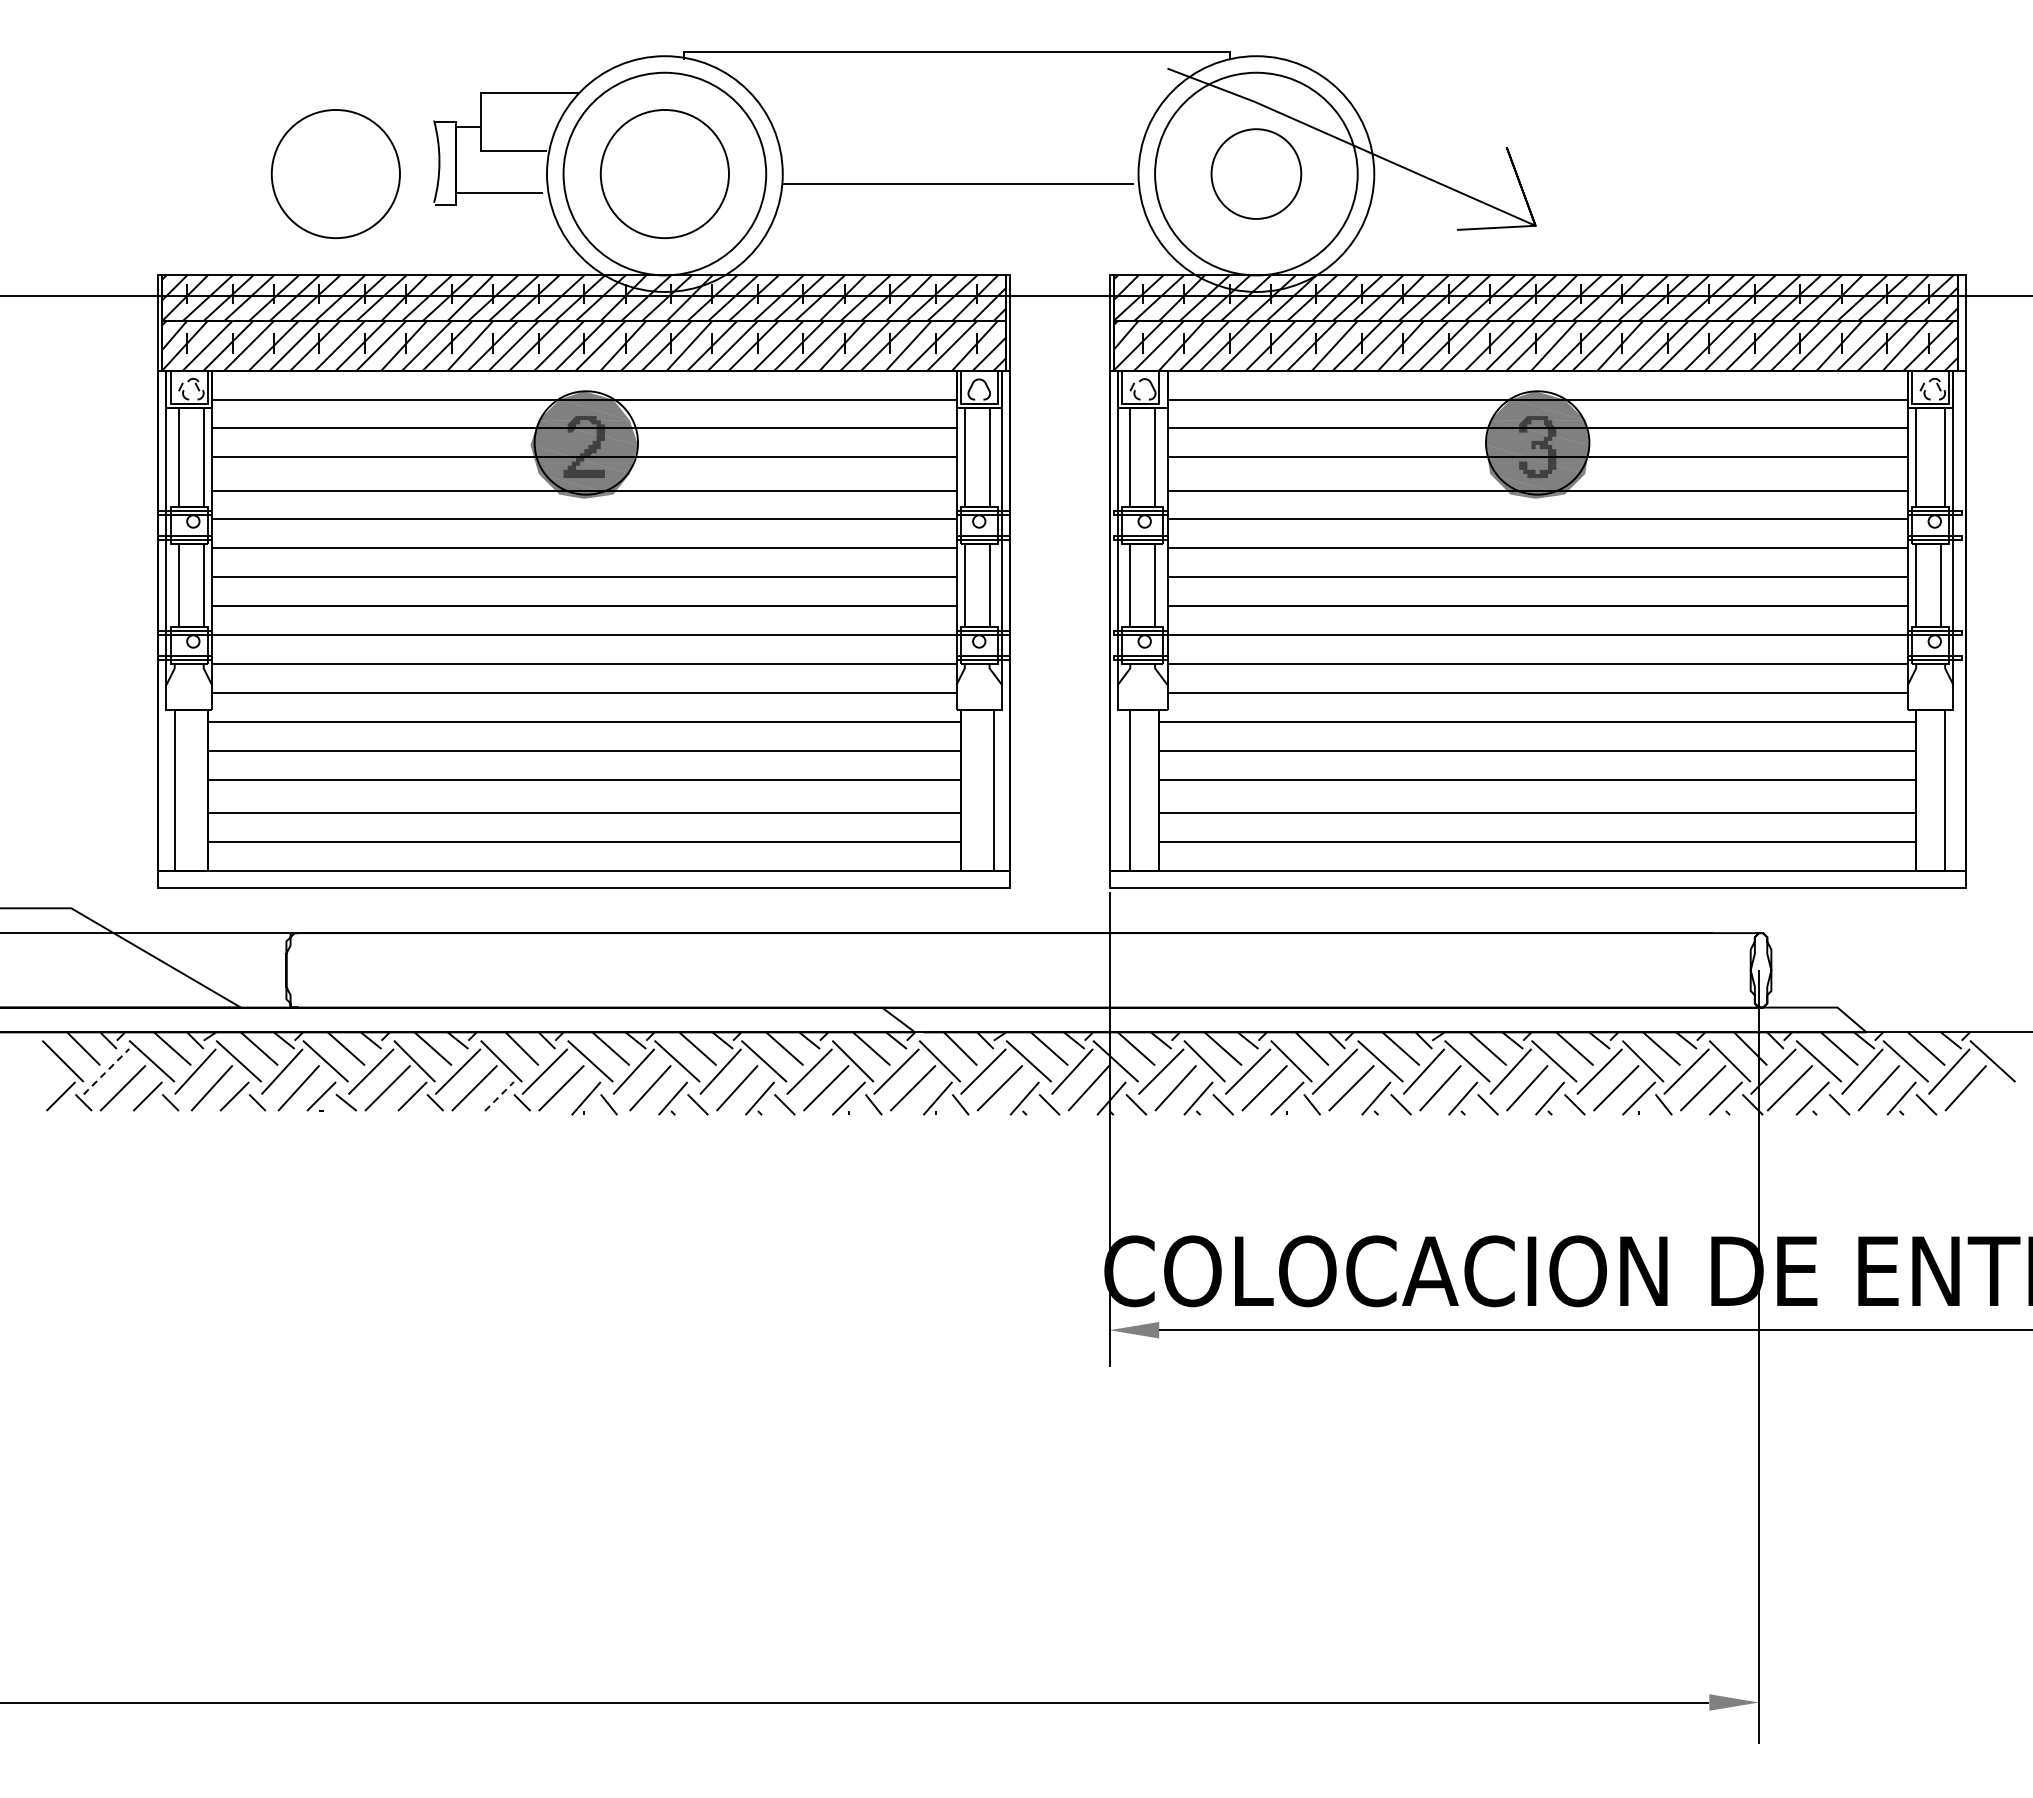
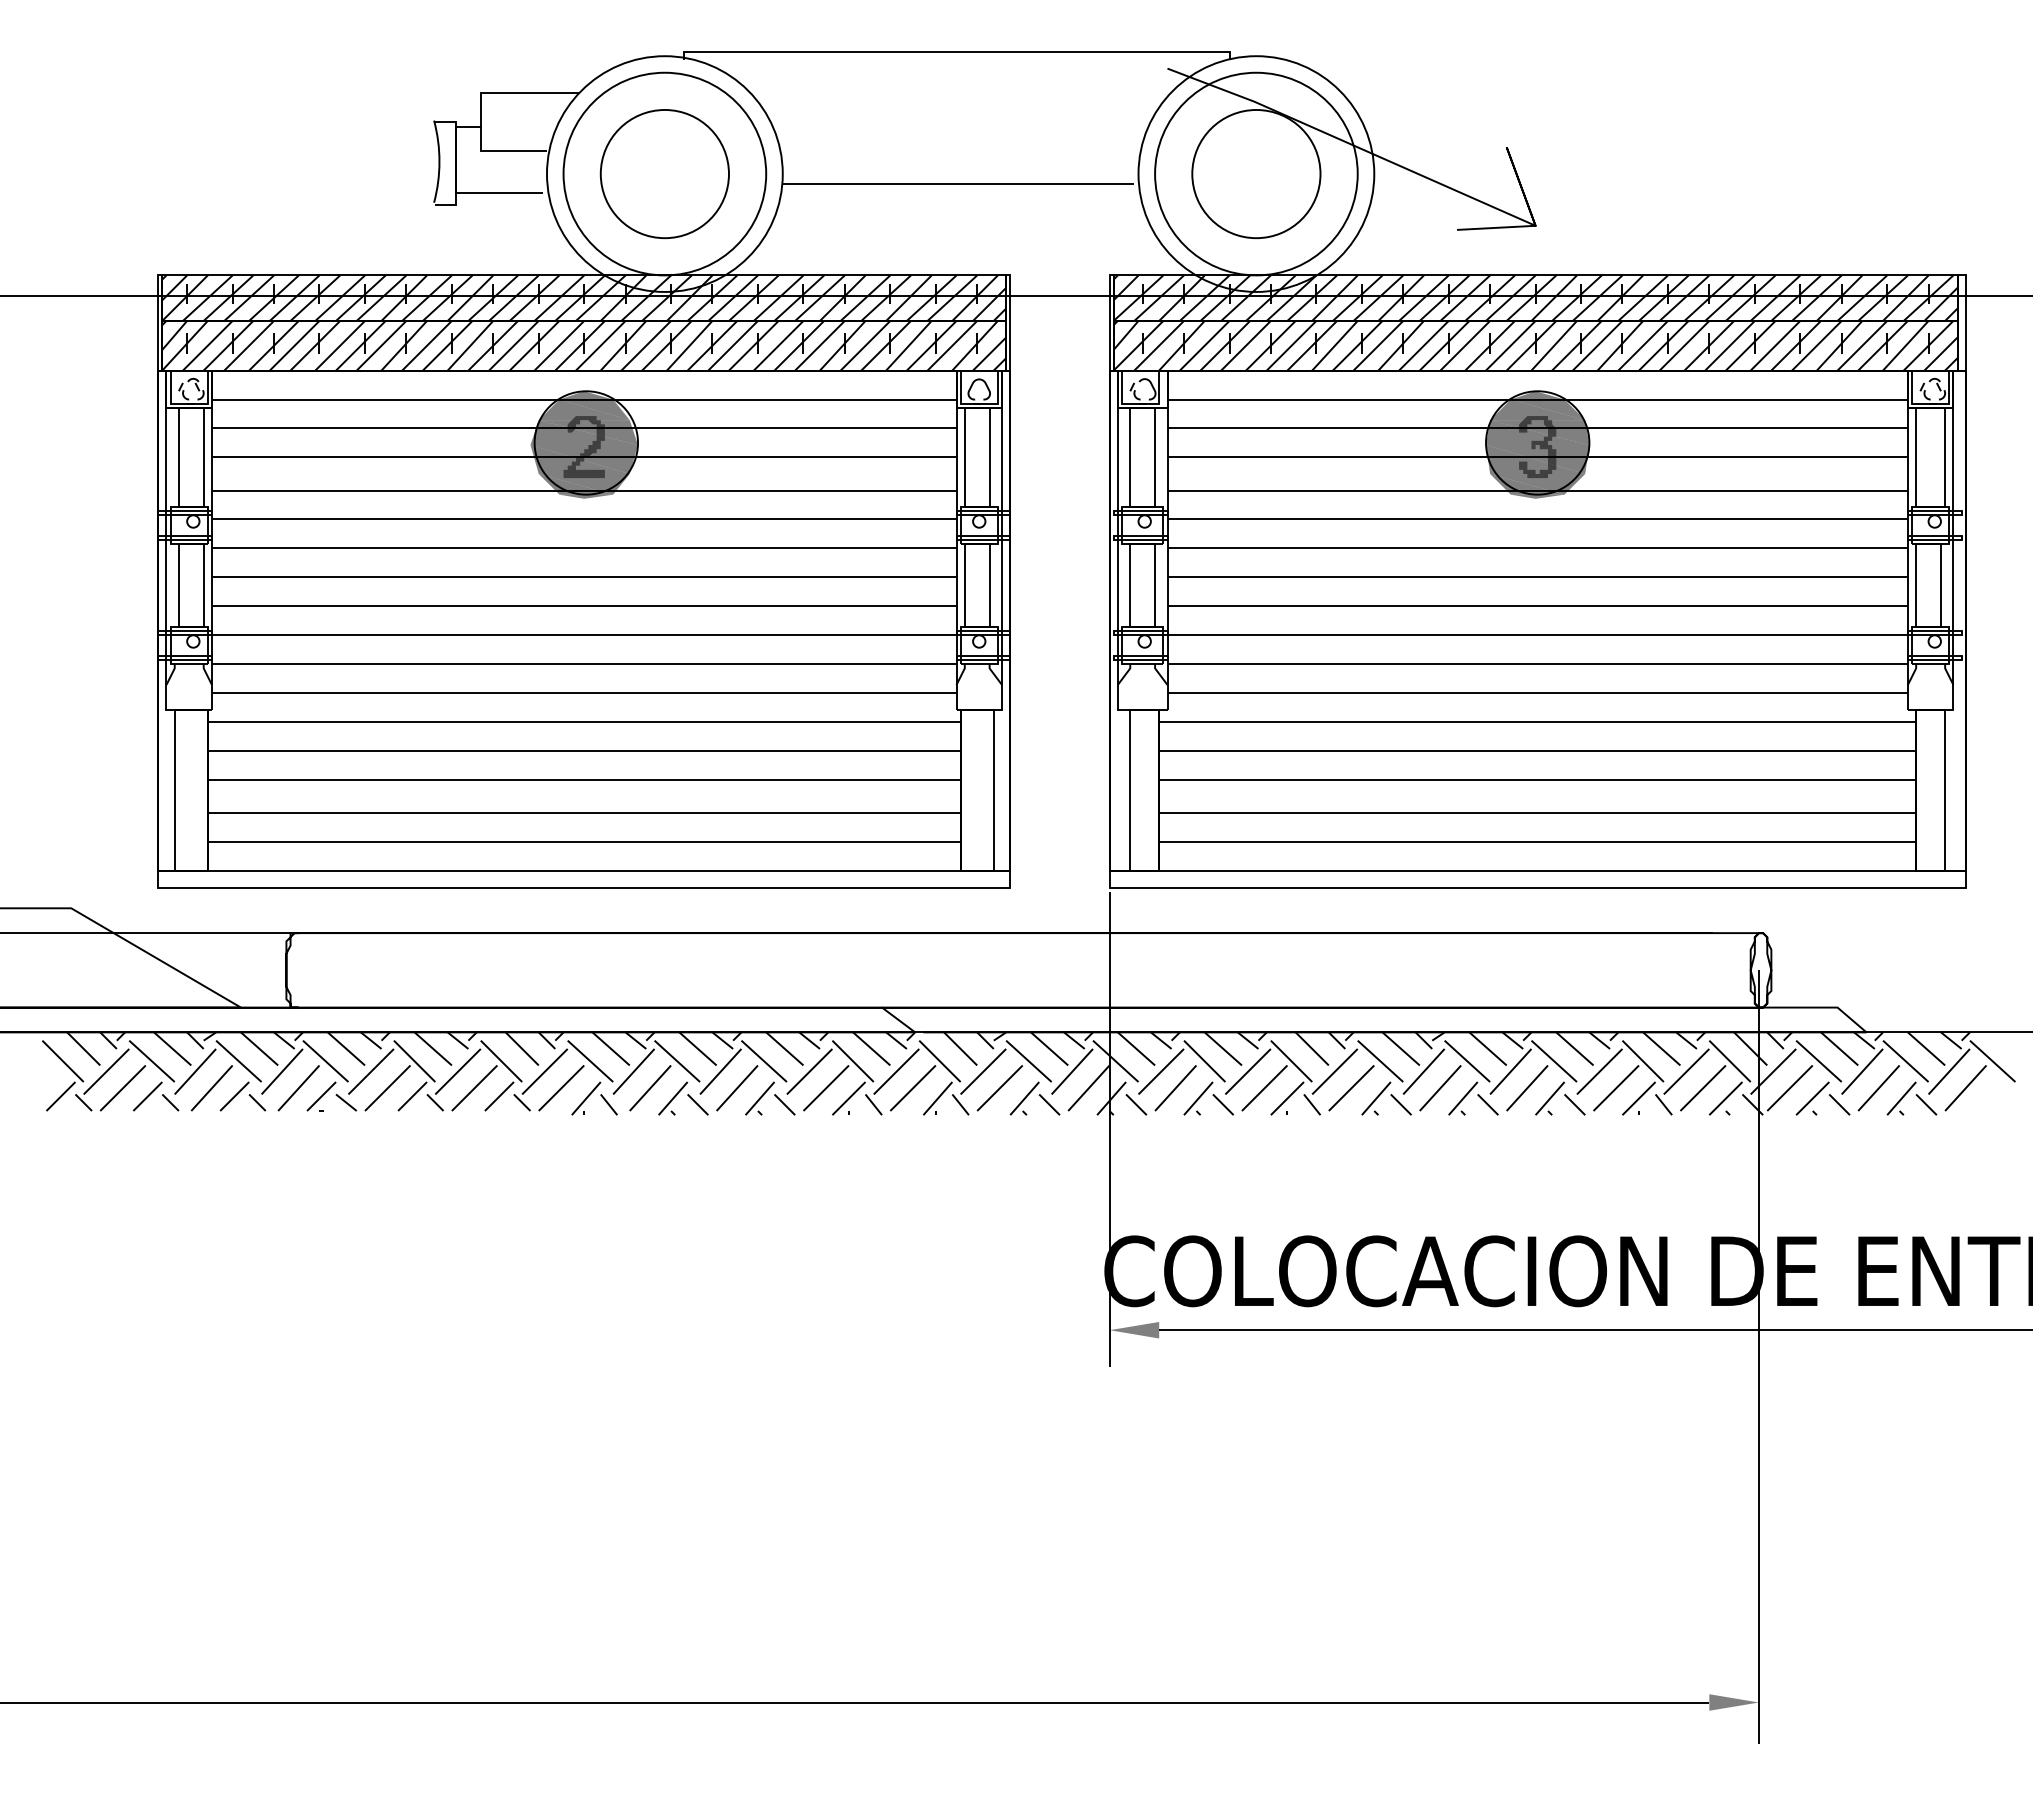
circle at (1256, 173) diameter: 90 px -> 128 px
circle at (335, 174): present -> none
line at (106, 1071): dashed -> solid
line at (499, 1096): dashed -> solid
